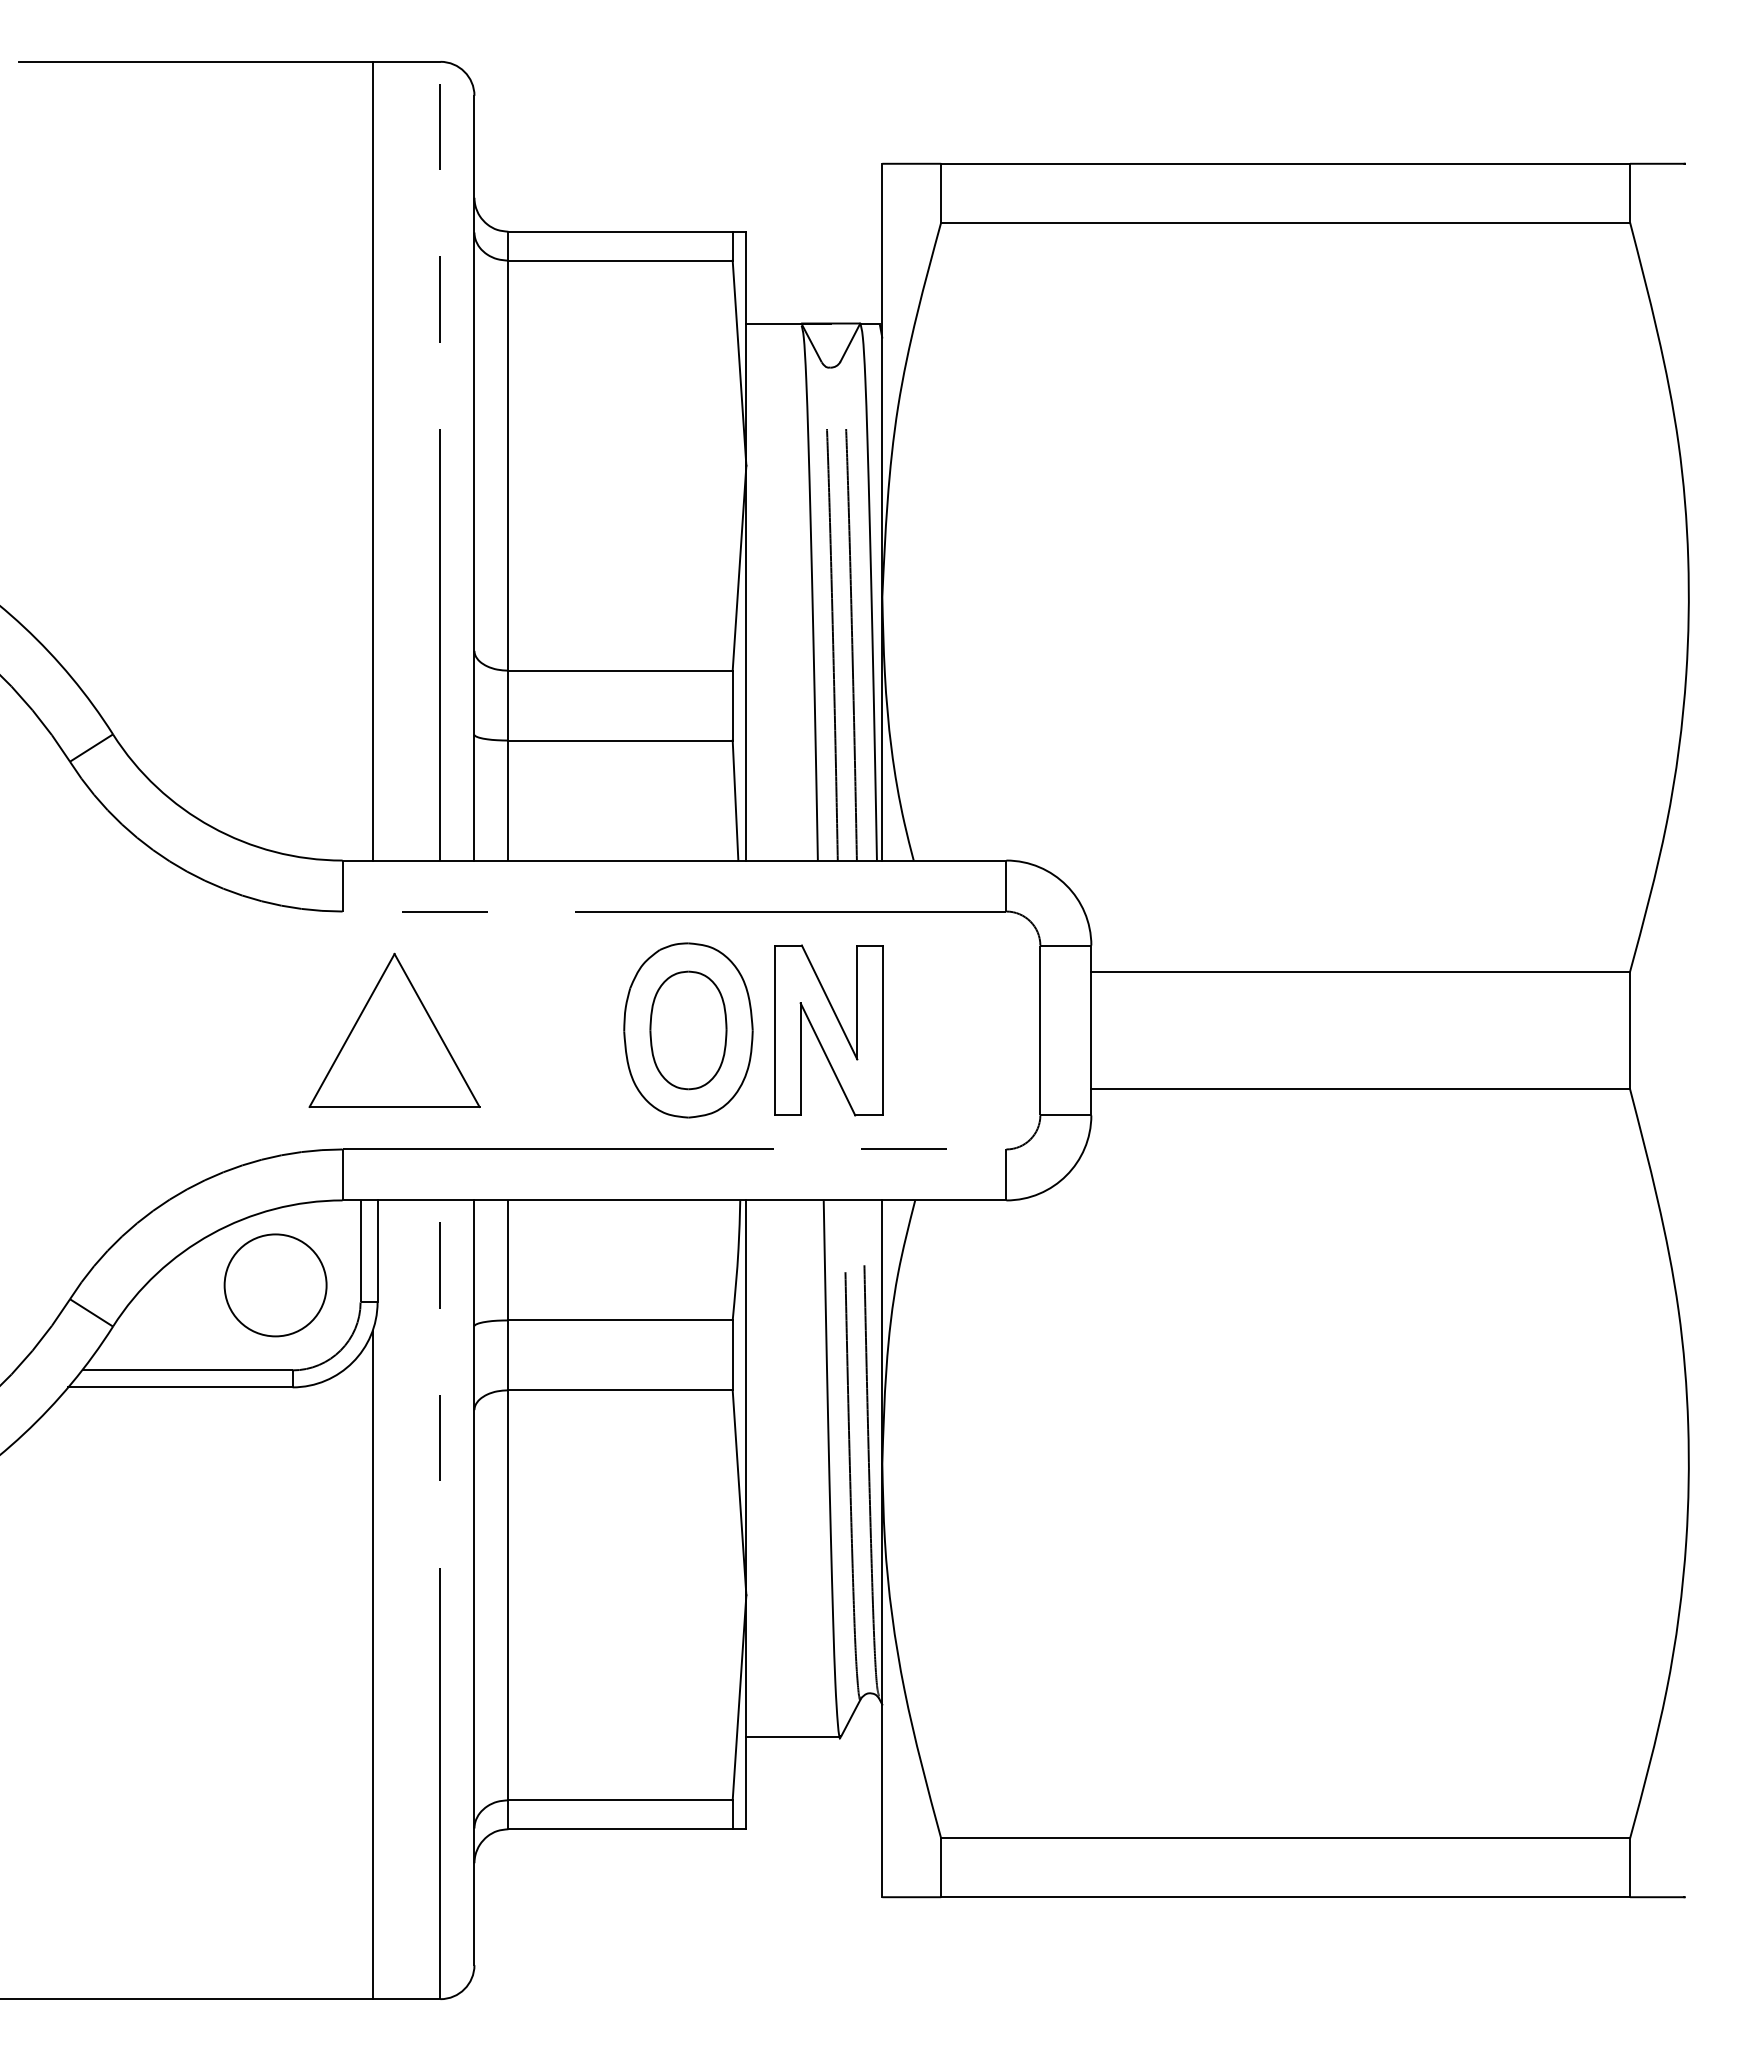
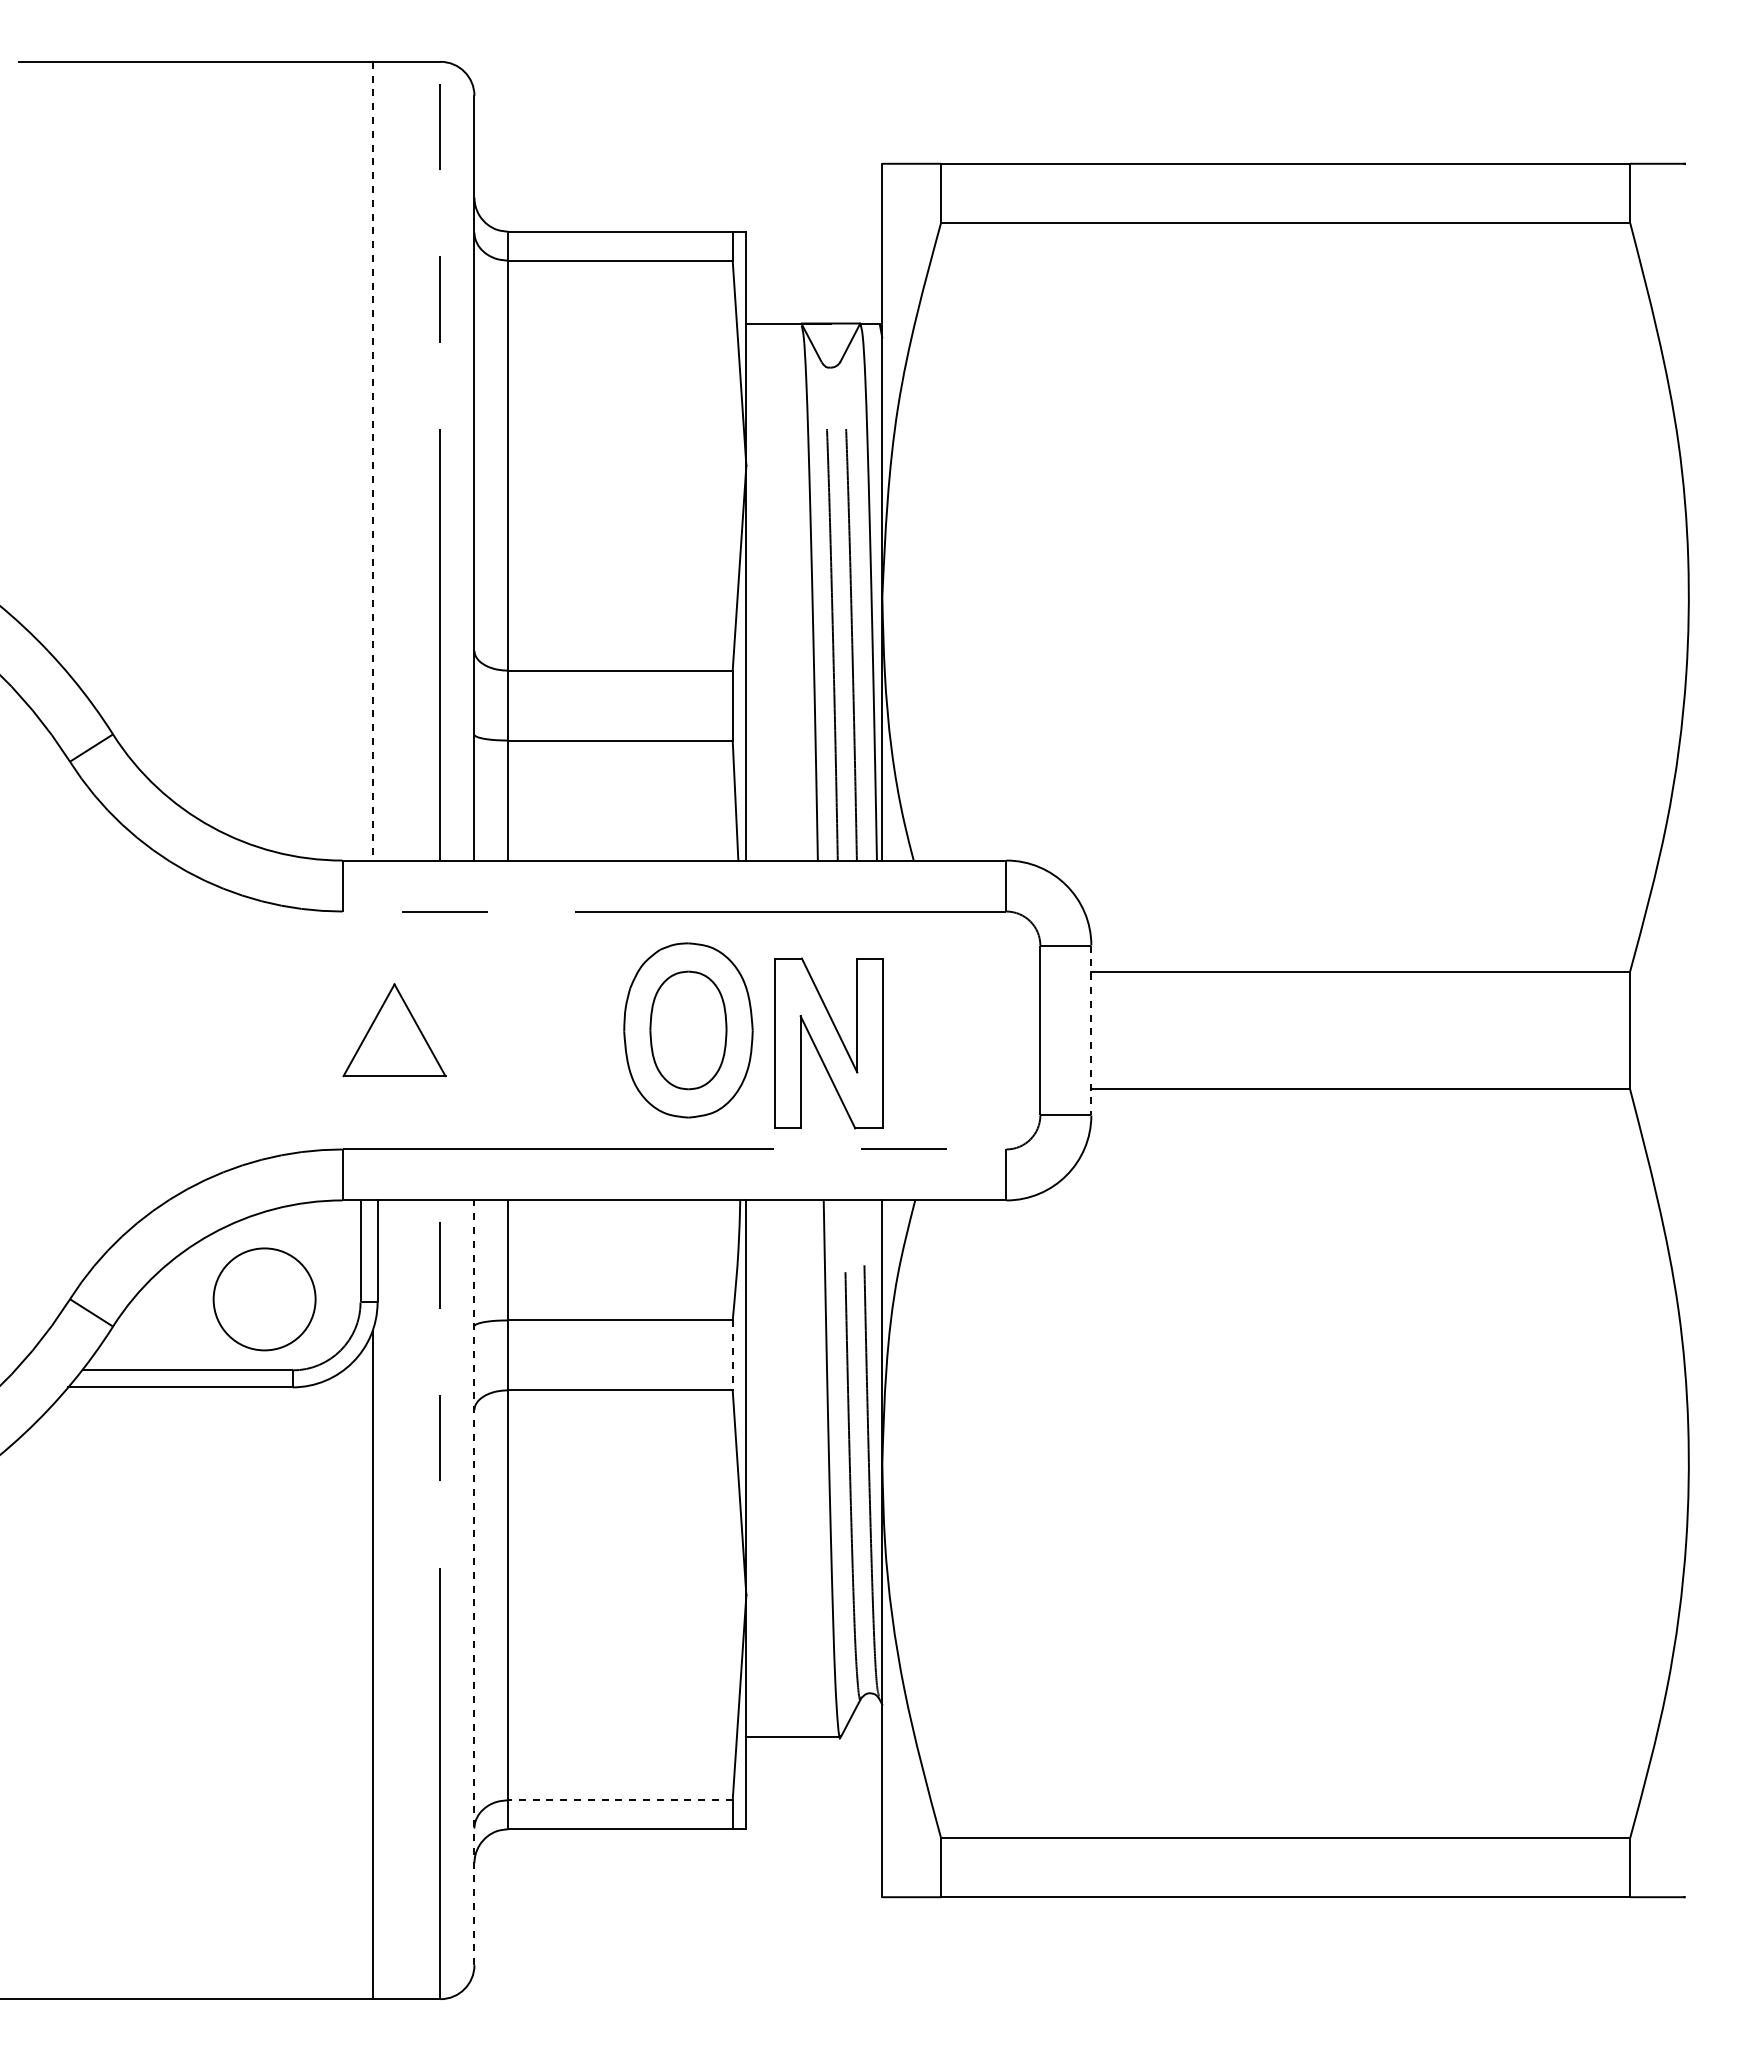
line at (372, 461): solid -> dashed
part at (394, 1029) size: 173x156 px -> 105x95 px
part at (828, 1030) position: (828, 1030) -> (828, 1043)
line at (1091, 1030): solid -> dashed
circle at (275, 1285) position: (275, 1285) -> (264, 1299)
line at (732, 1355): solid -> dashed
line at (474, 1582): solid -> dashed
line at (620, 1800): solid -> dashed
